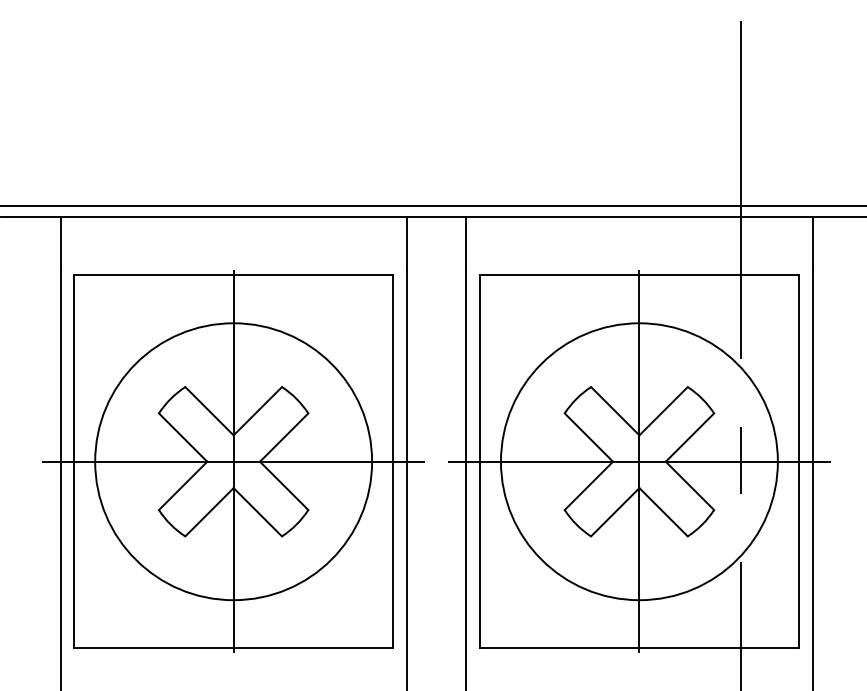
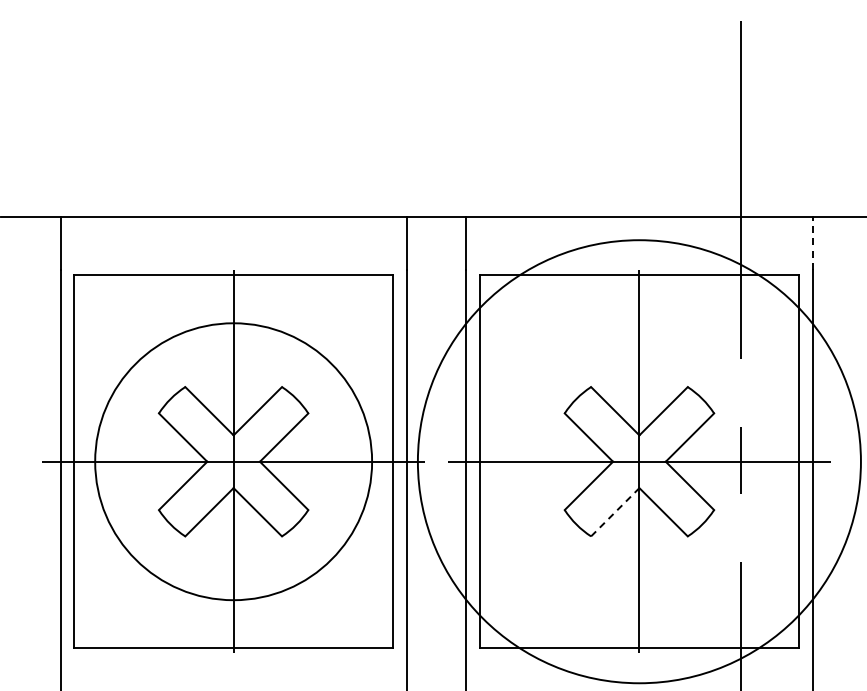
line at (432, 206): present -> none
line at (812, 243): solid -> dashed
circle at (638, 461) diameter: 277 px -> 443 px
line at (615, 511): solid -> dashed
